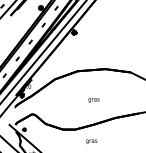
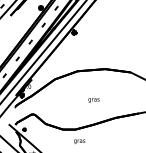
text at (91, 141) position: (91, 141) -> (79, 141)
